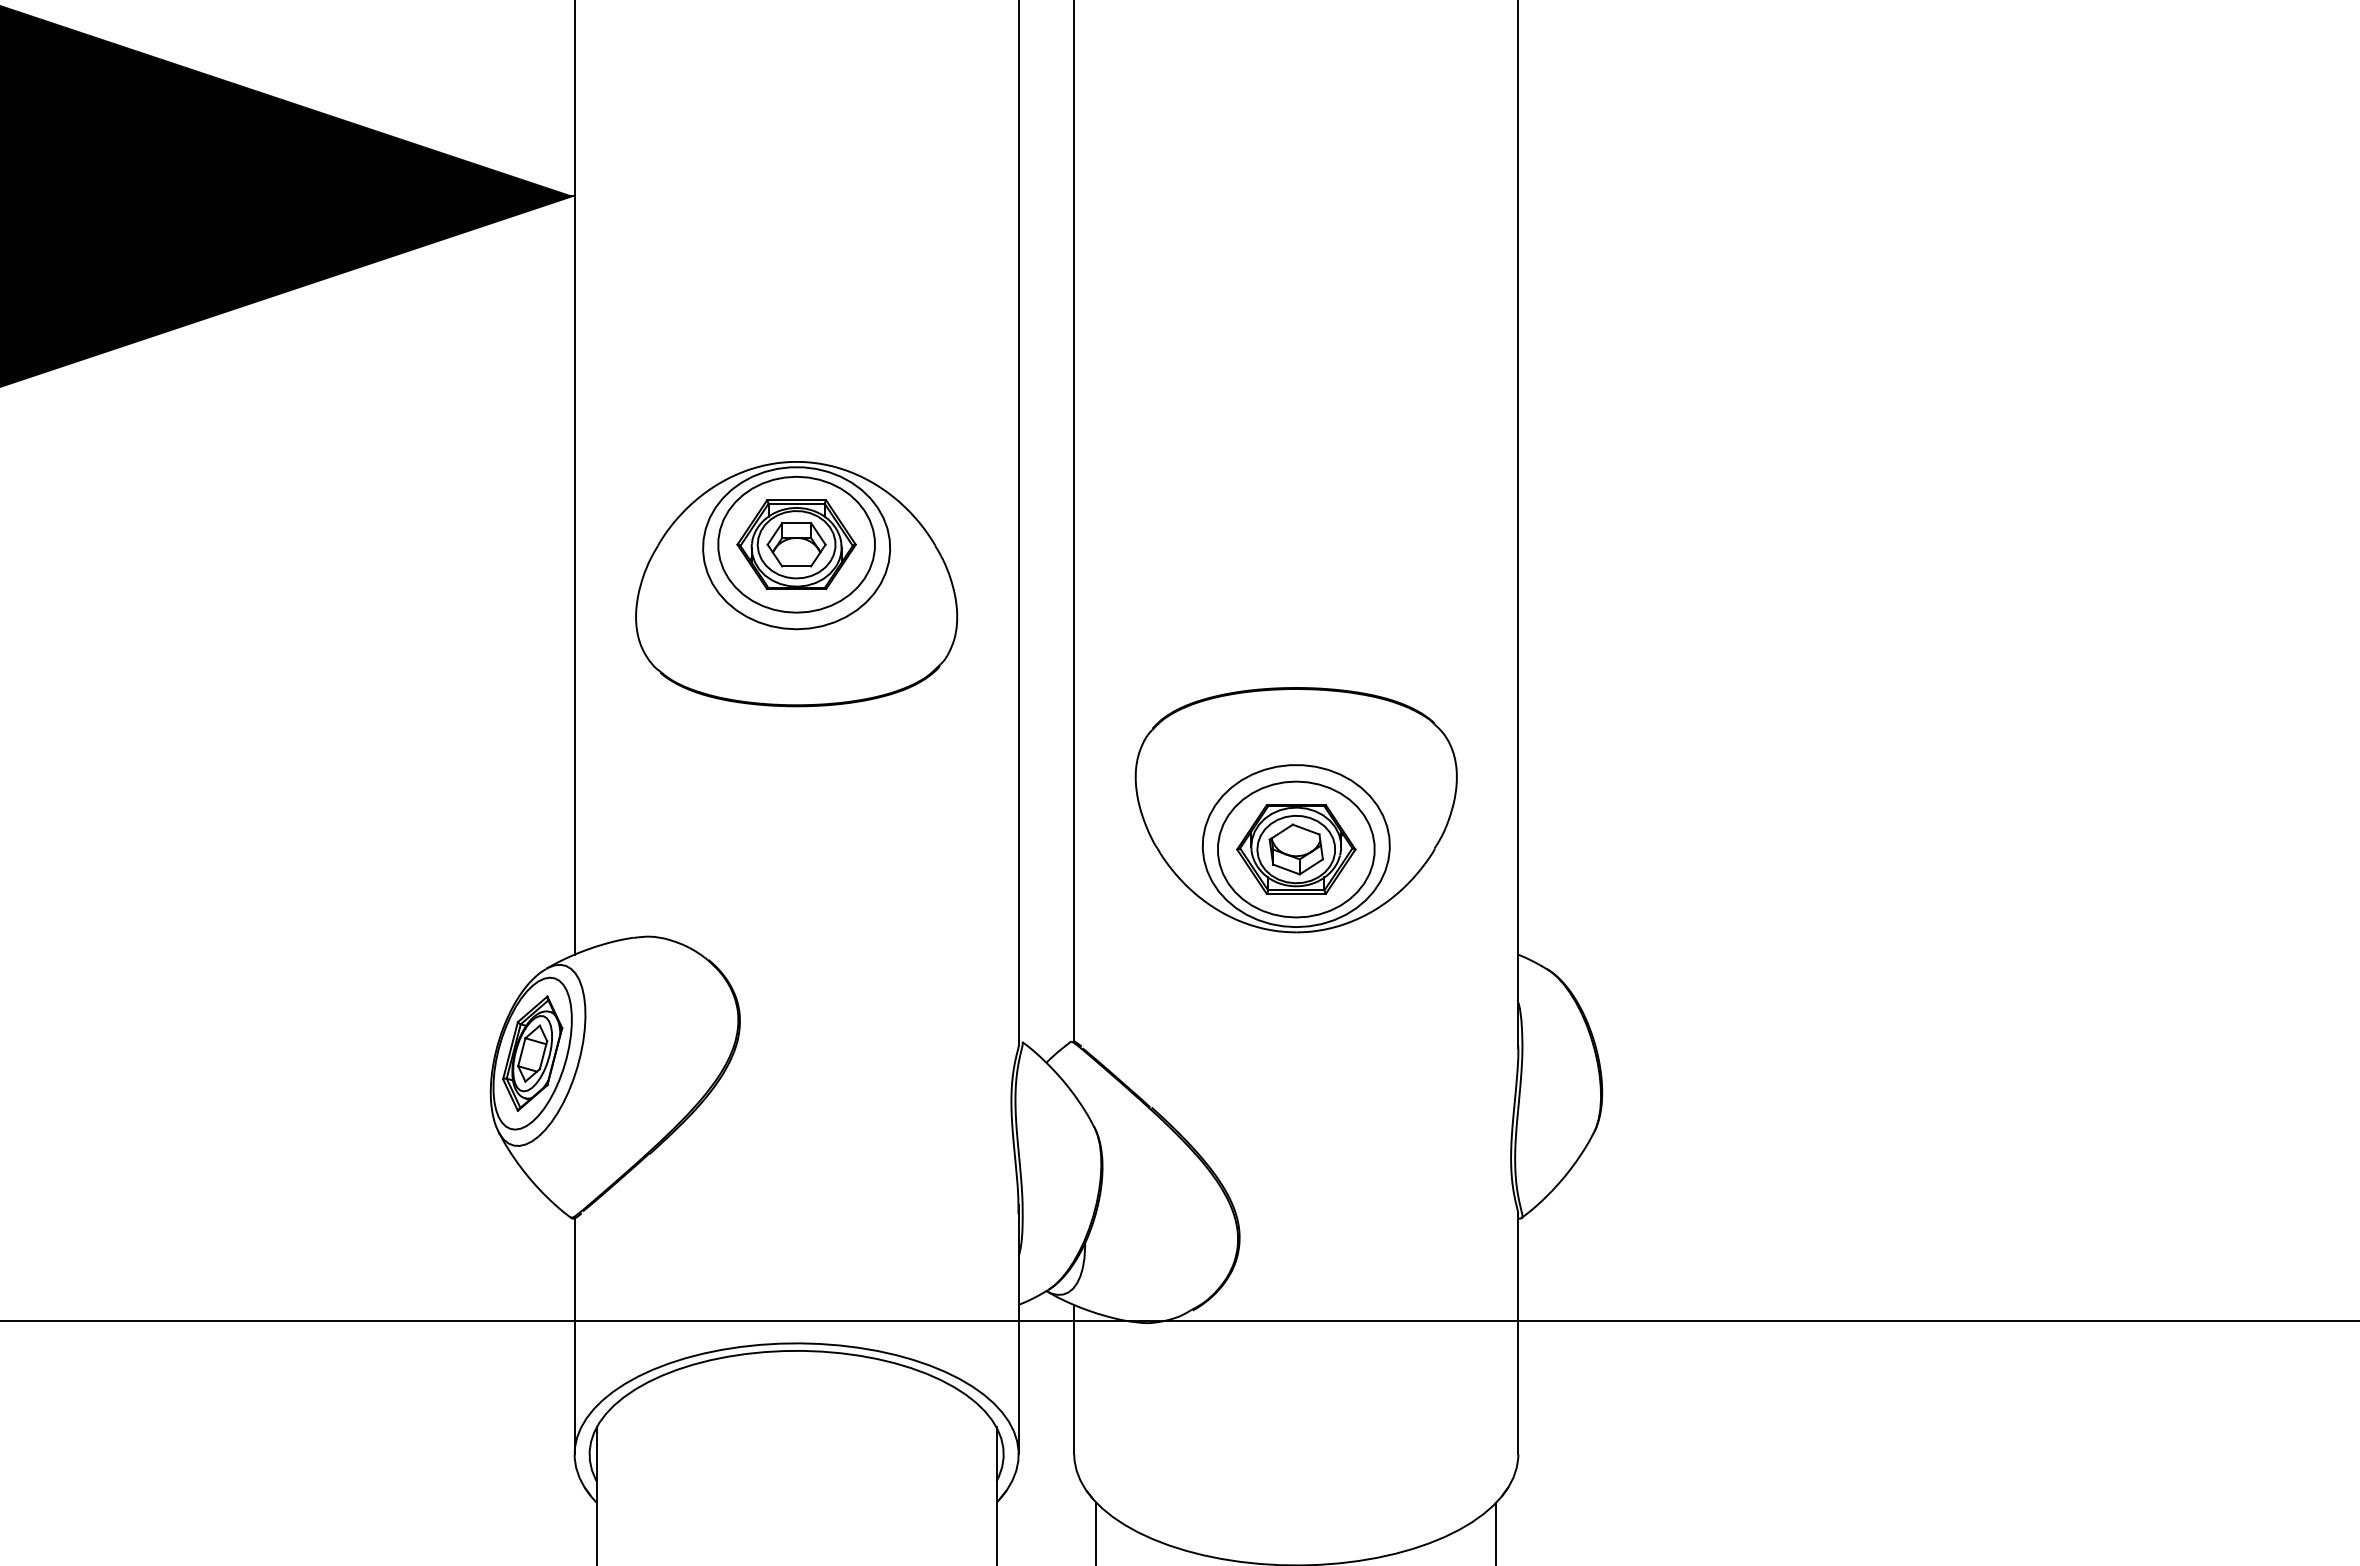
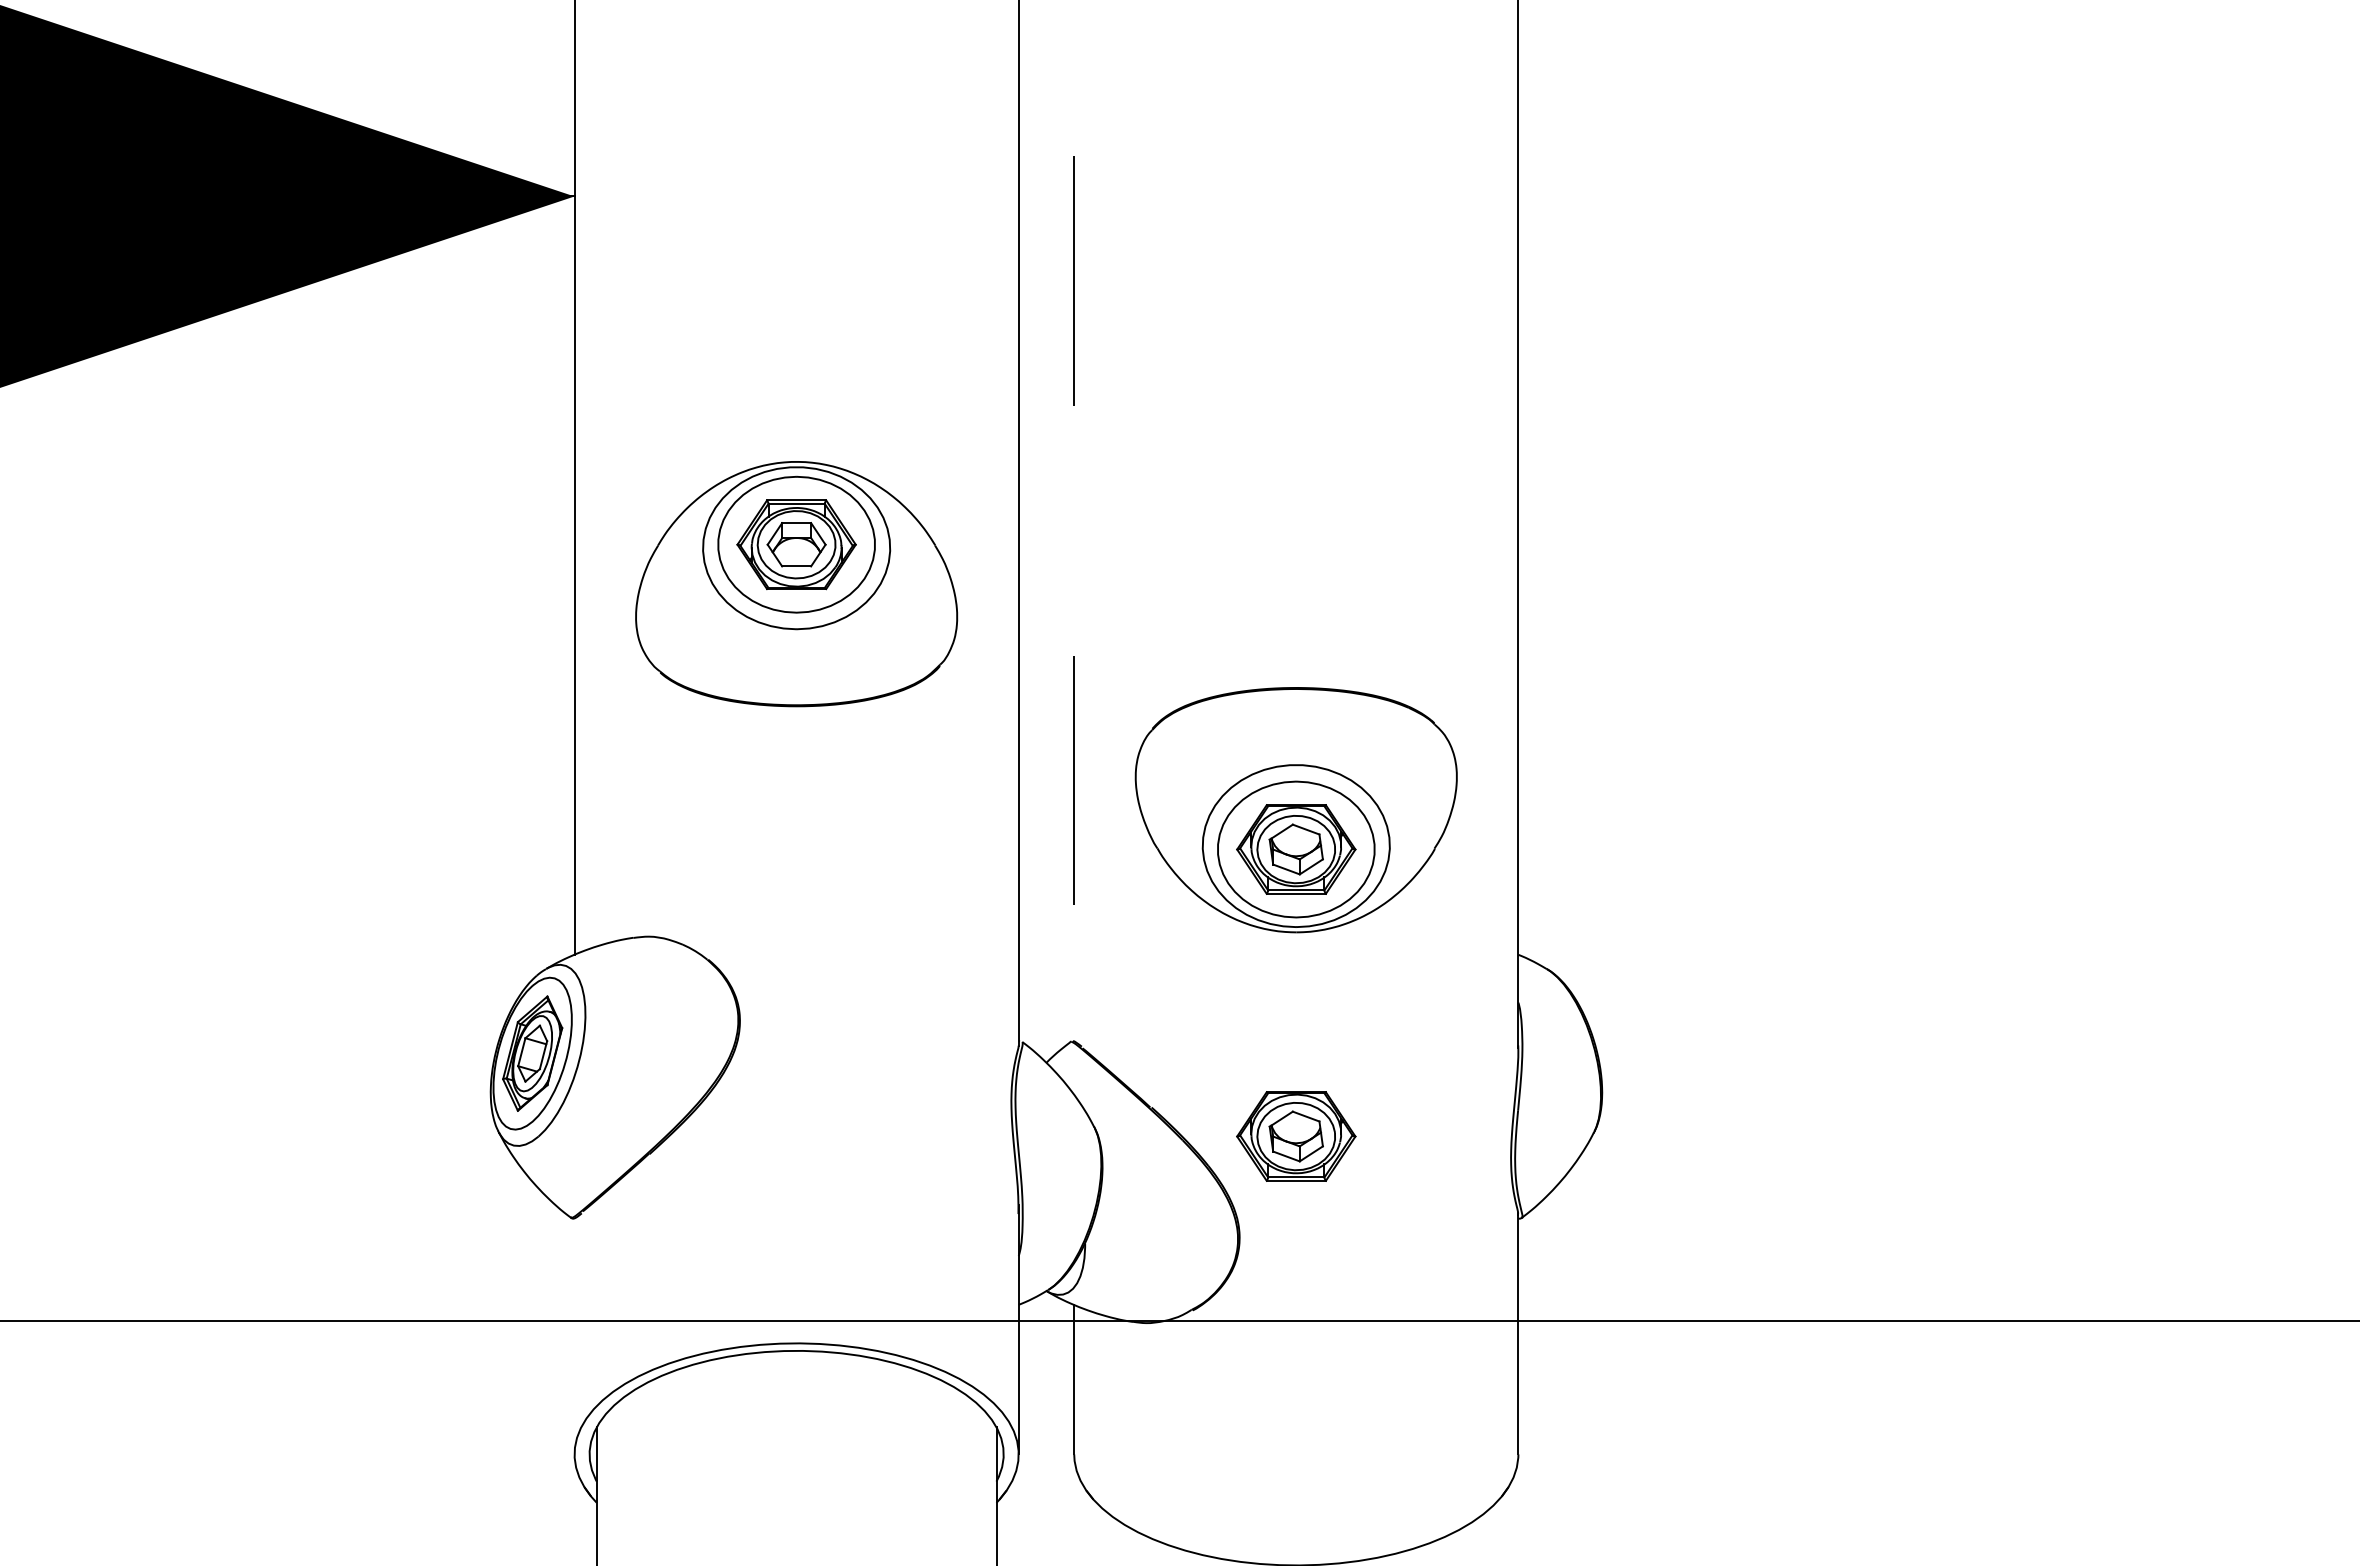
line at (1074, 521): solid -> dashed
part at (1296, 1136): none -> present
line at (574, 1336): present -> none
line at (1096, 1532): present -> none
line at (1496, 1532): present -> none
